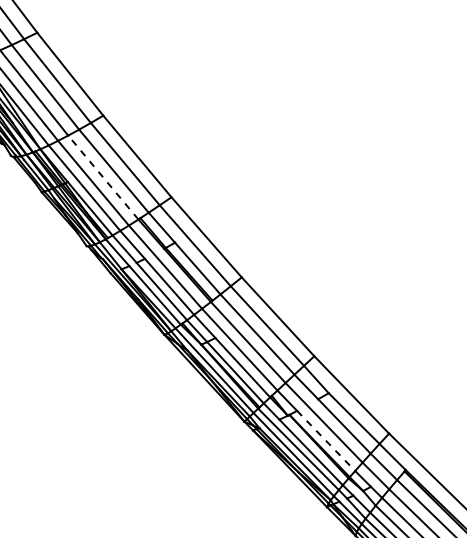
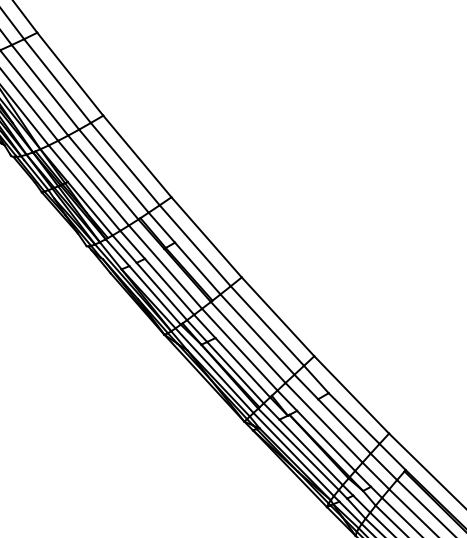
line at (103, 177): dashed -> solid
line at (326, 440): dashed -> solid
